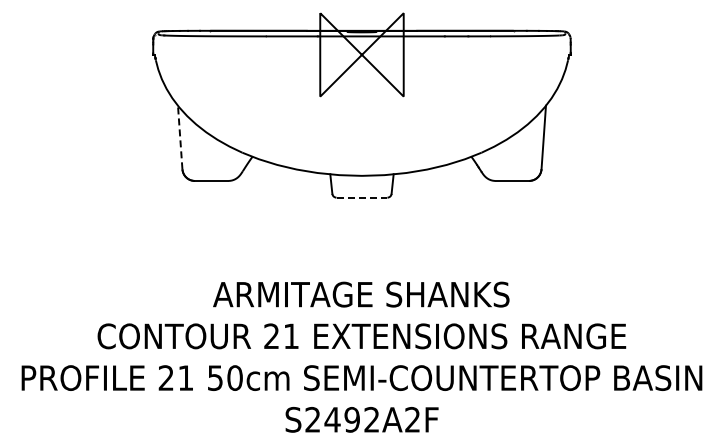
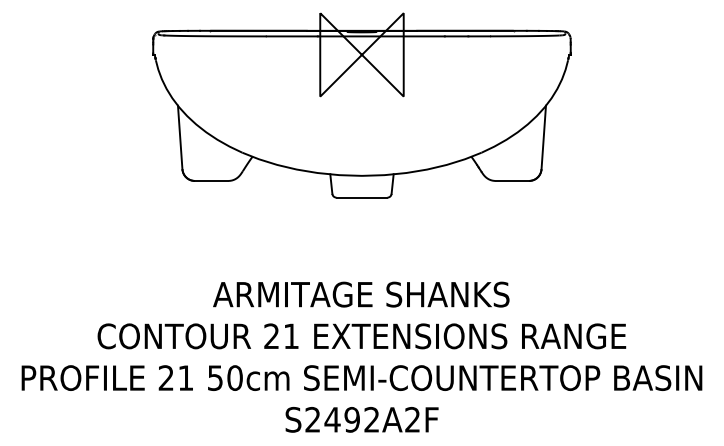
line at (180, 137): dashed -> solid
line at (362, 197): dashed -> solid
